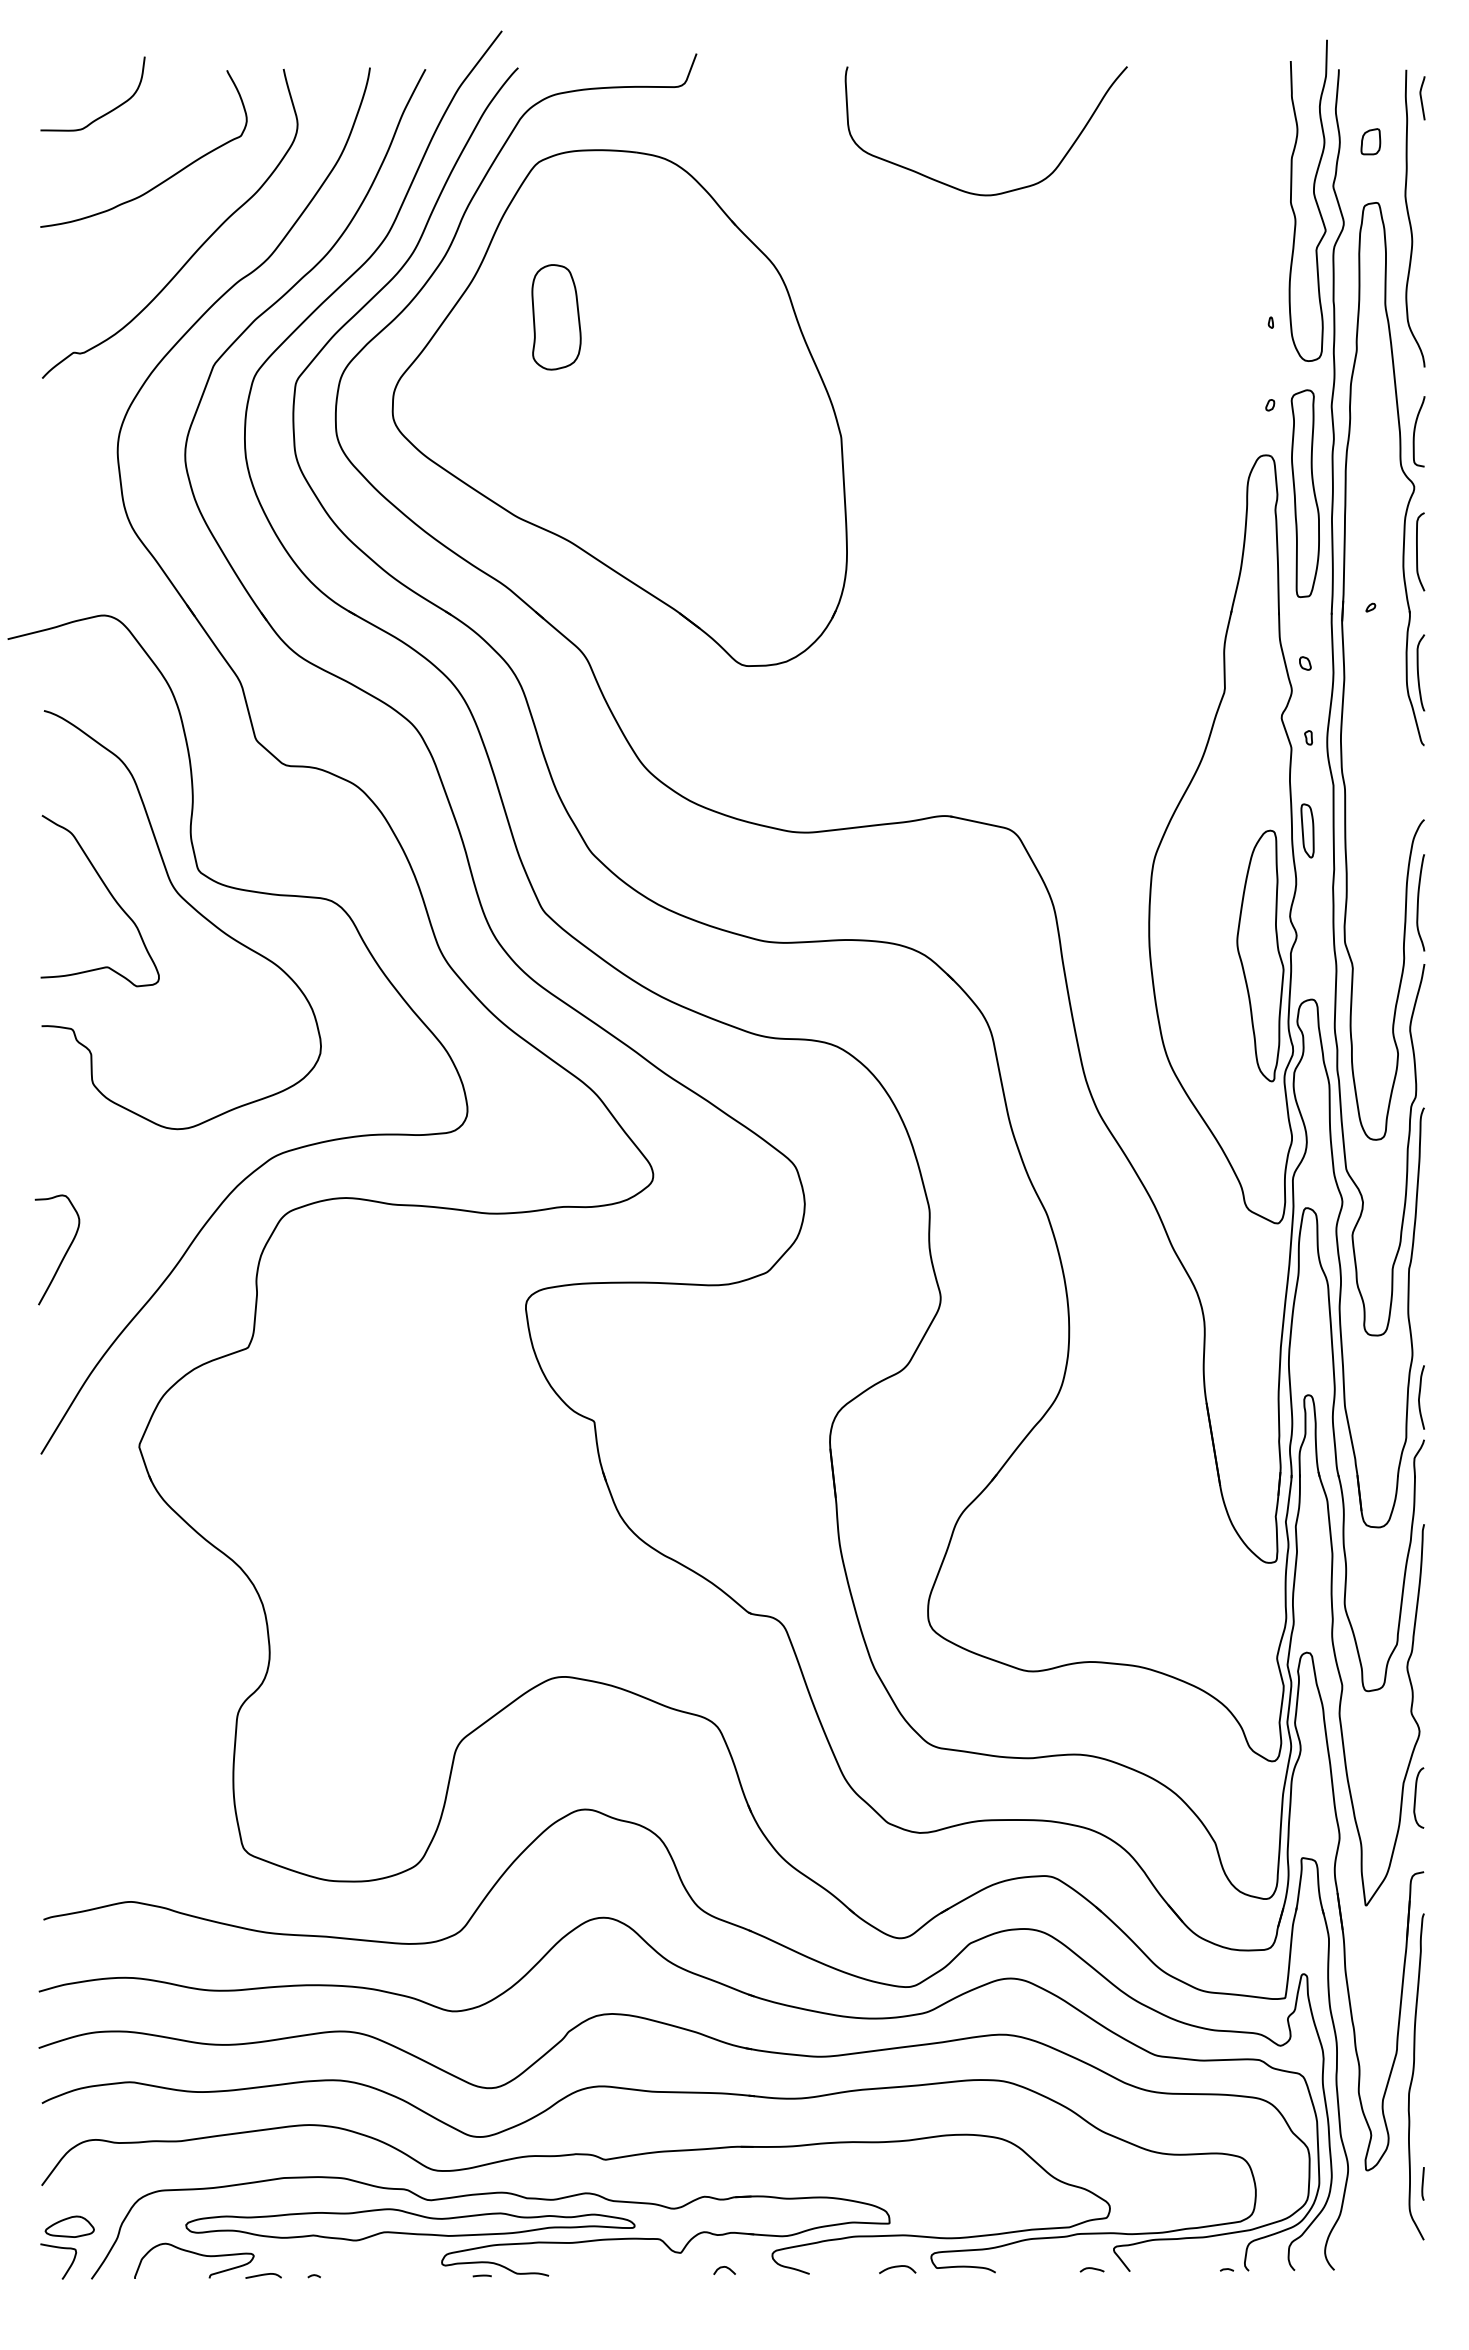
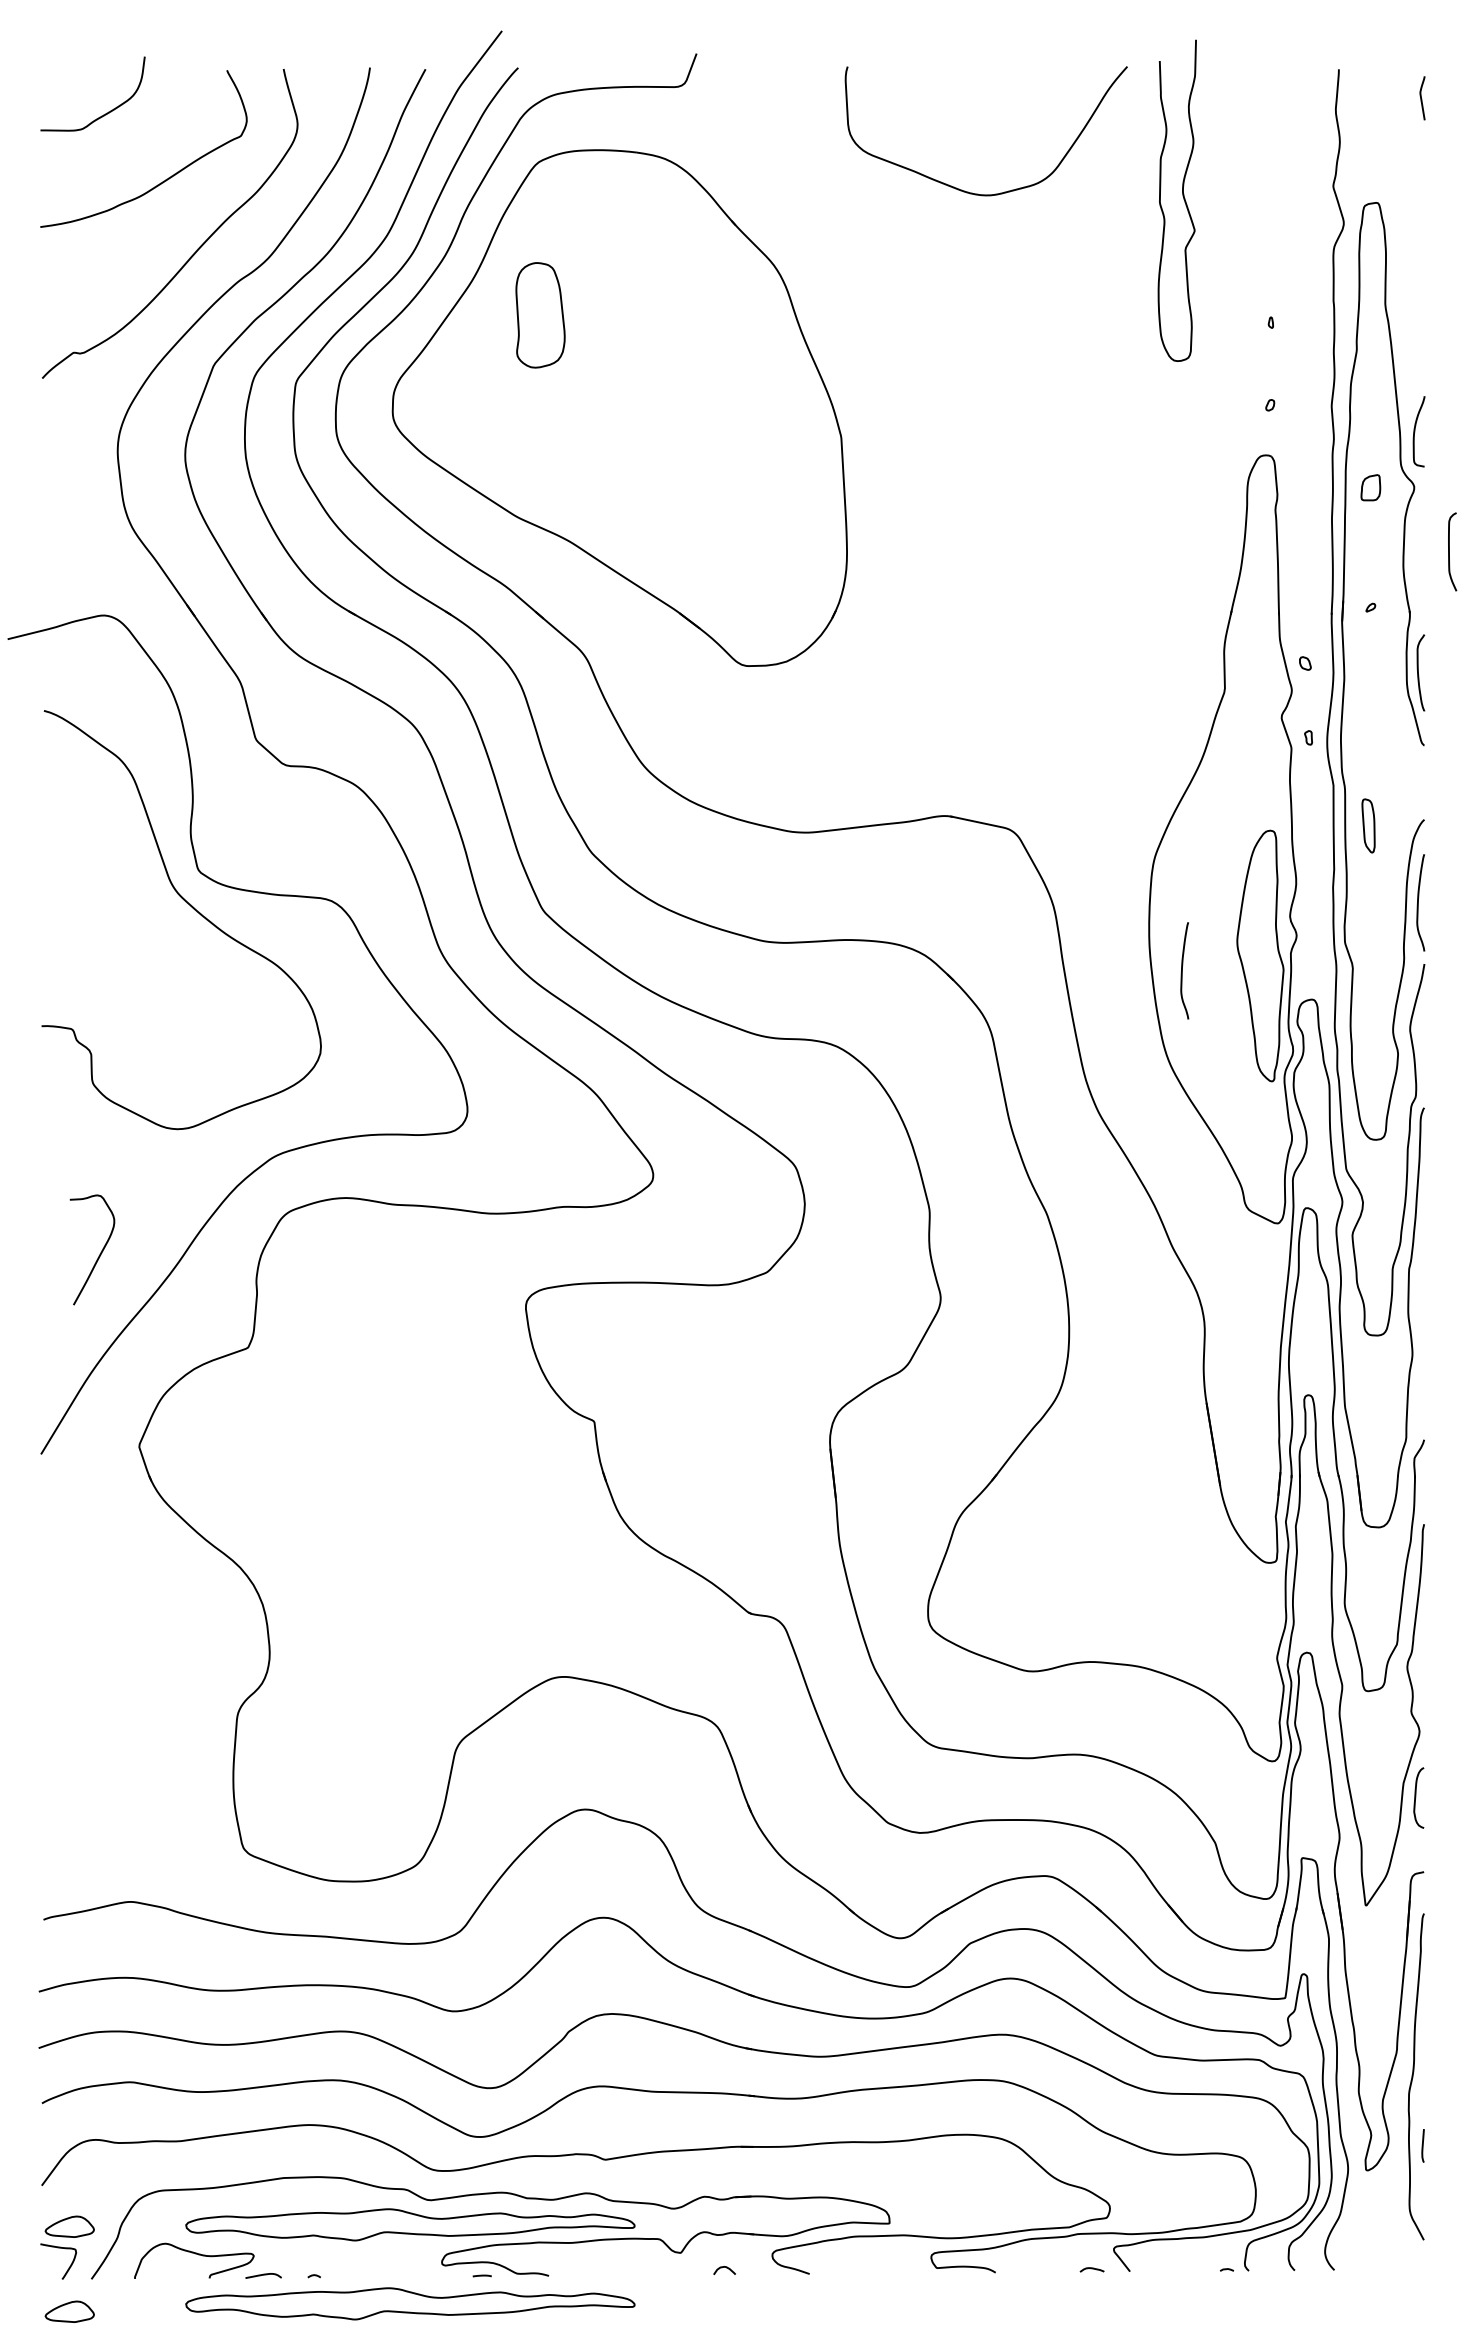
part at (1370, 141) position: (1370, 141) -> (1370, 487)
curve at (1314, 199) position: (1314, 199) -> (1183, 199)
curve at (1410, 219): present -> none
part at (556, 317) position: (556, 317) -> (540, 315)
part at (1304, 493): present -> none
curve at (1417, 551) position: (1417, 551) -> (1449, 551)
part at (1307, 830) position: (1307, 830) -> (1368, 825)
curve at (108, 892): present -> none
curve at (1182, 970): none -> present
curve at (65, 1252) position: (65, 1252) -> (100, 1252)
curve at (1420, 1397): present -> none
line at (1422, 2183) position: (1422, 2183) -> (1422, 2145)
curve at (897, 2267): present -> none
part at (410, 2303): none -> present
part at (69, 2311): none -> present
